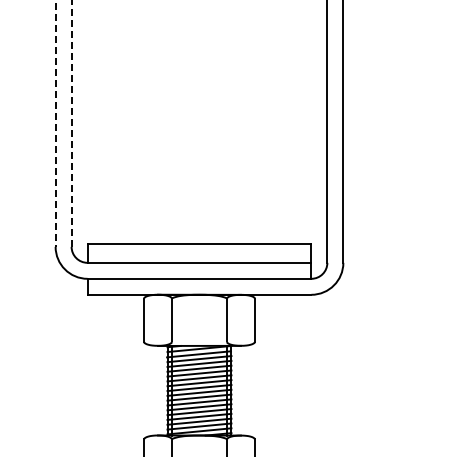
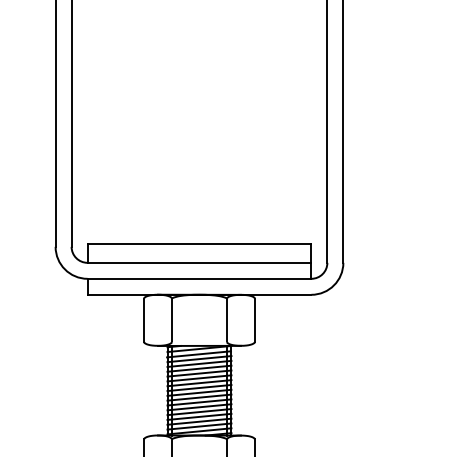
line at (55, 123): dashed -> solid
line at (71, 123): dashed -> solid
